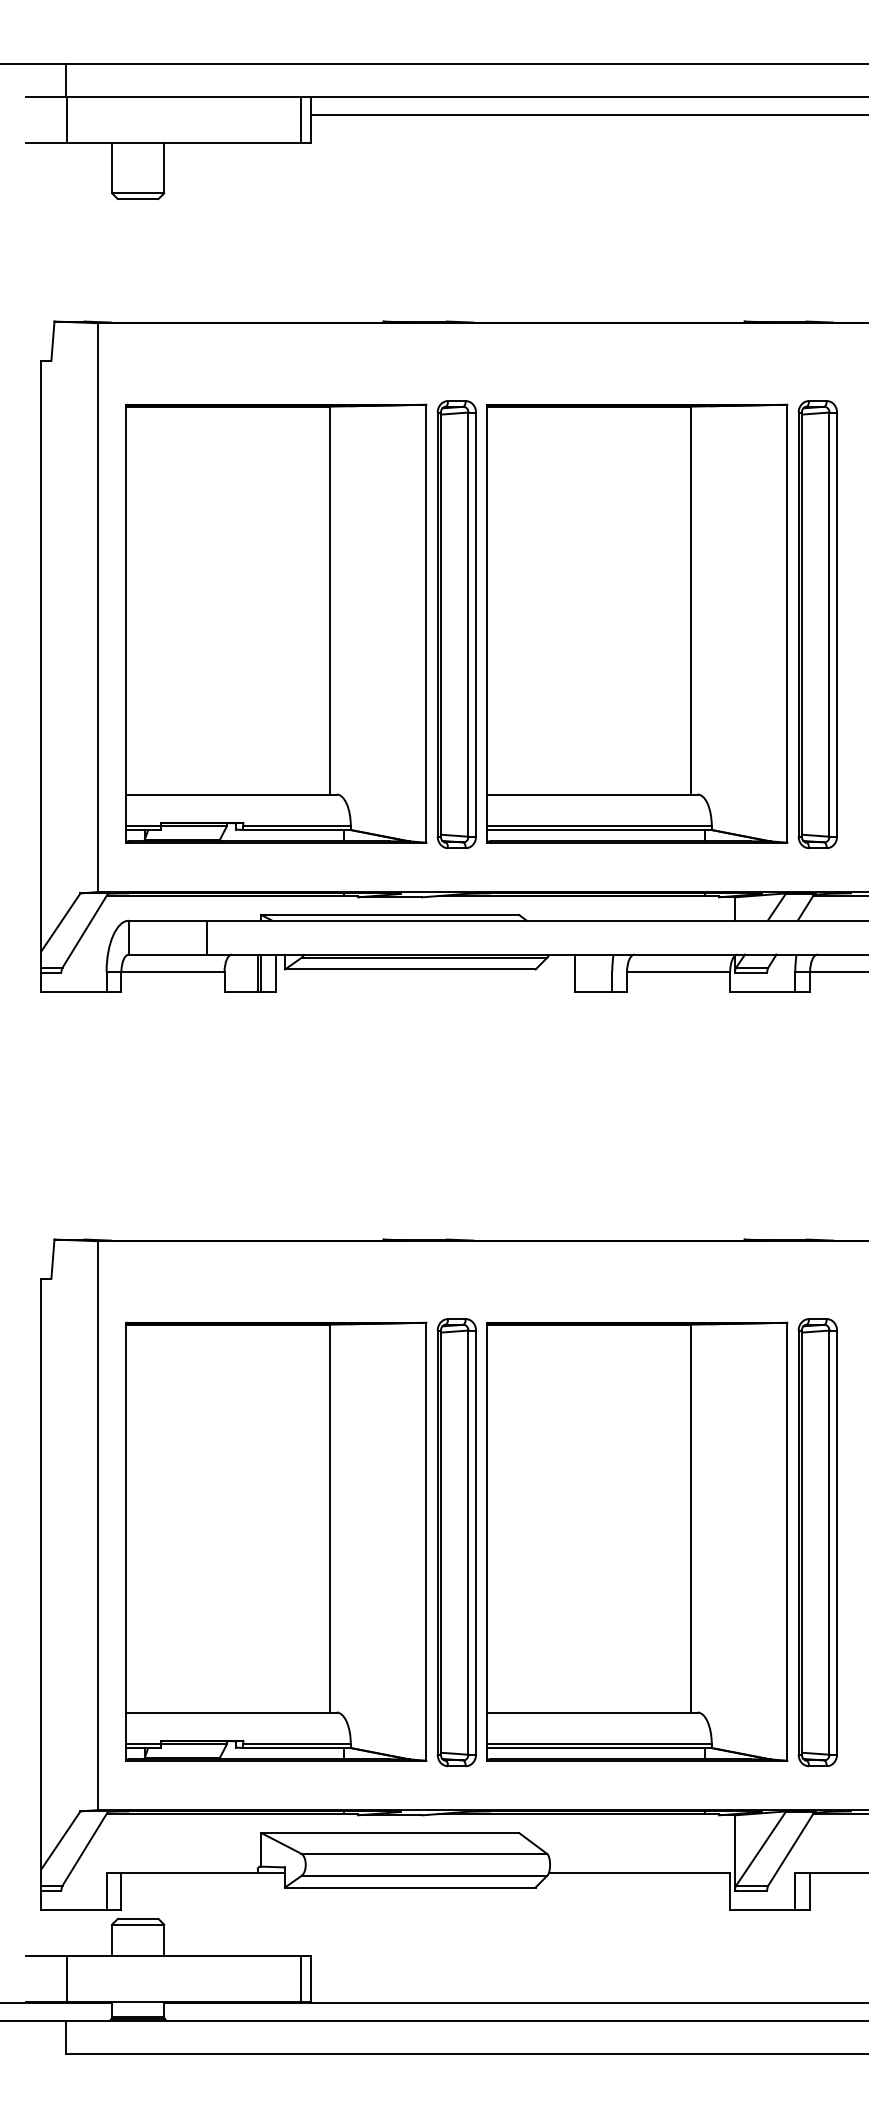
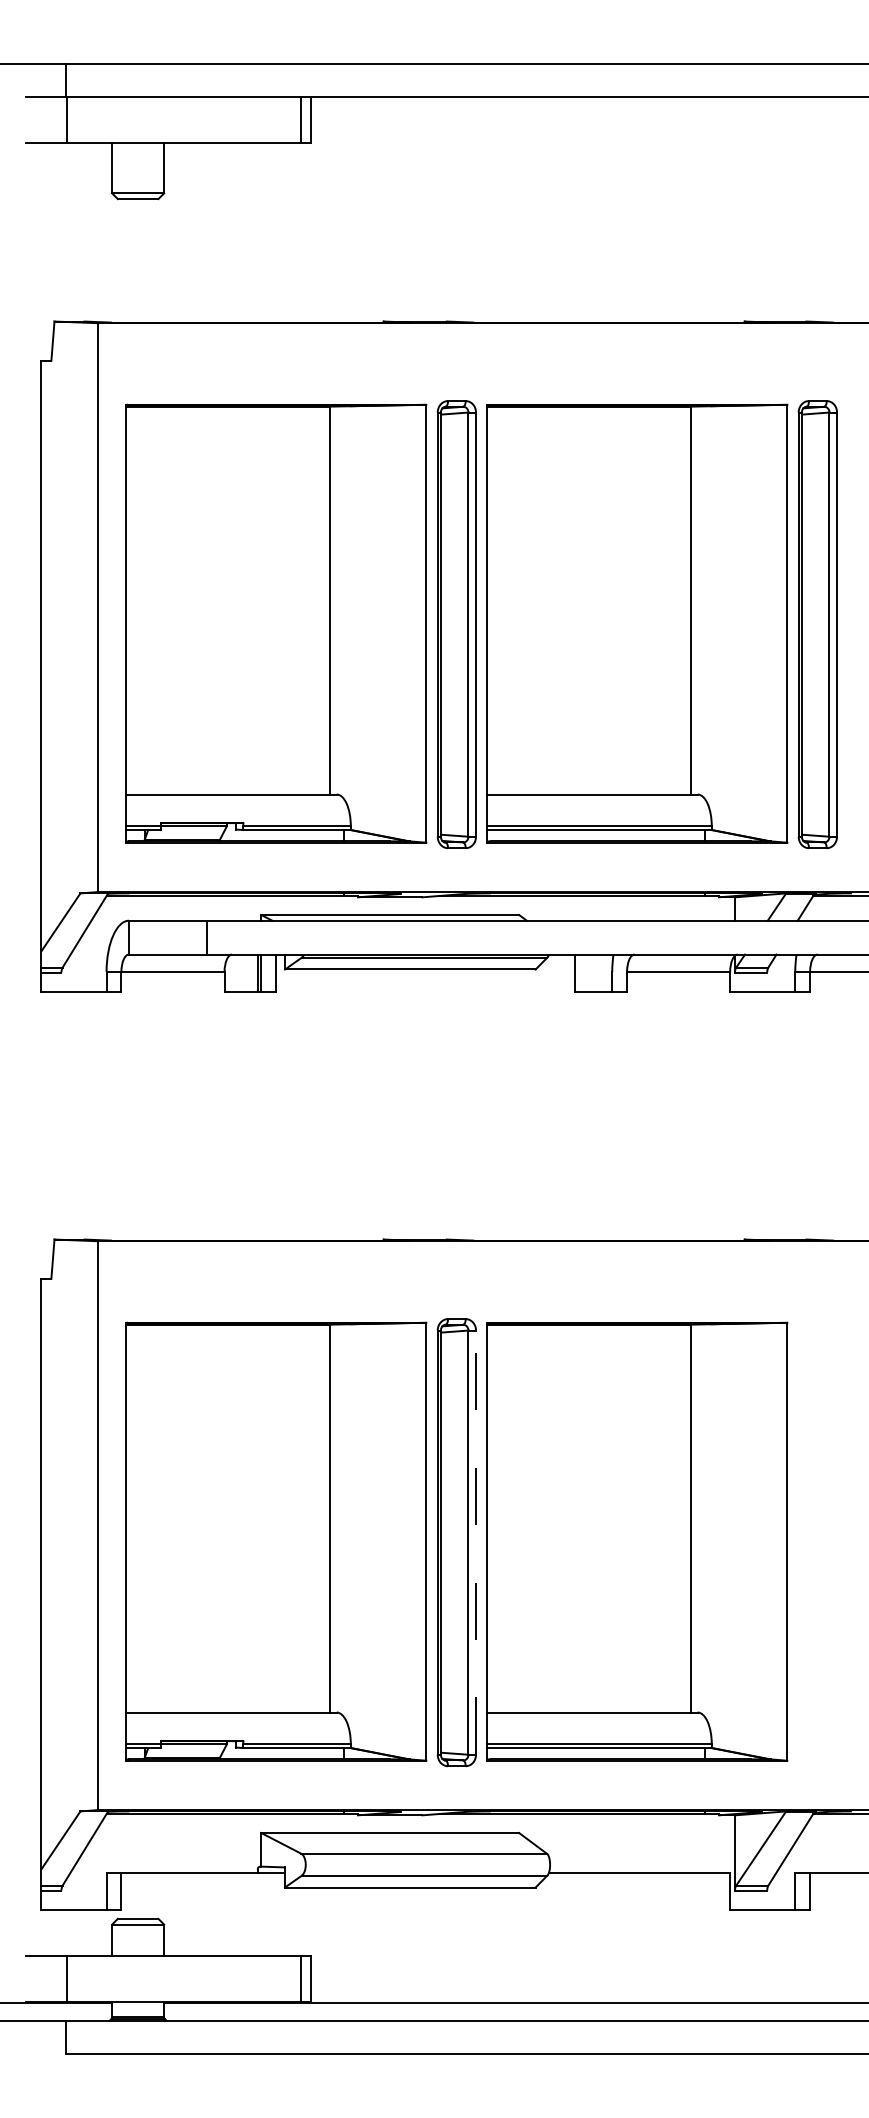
line at (587, 114): present -> none
line at (476, 1542): solid -> dashed
part at (817, 1542): present -> none
